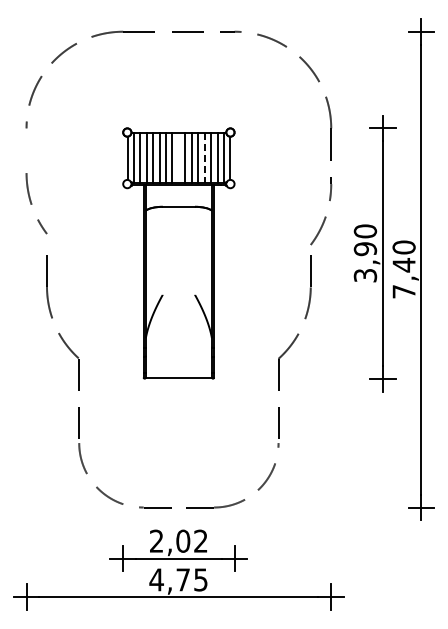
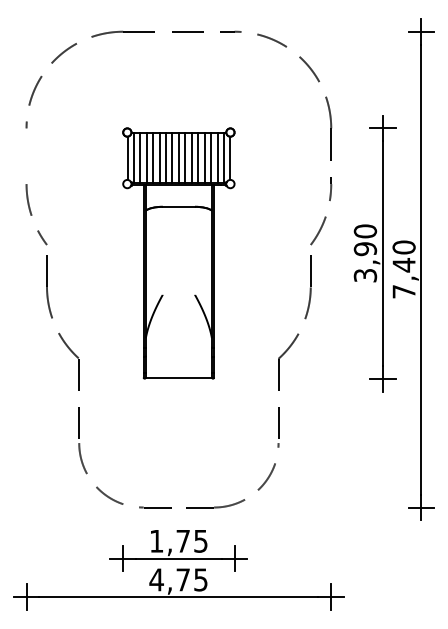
line at (178, 157): none -> present
line at (204, 158): dashed -> solid
arc at (32, 203) position: (32, 203) -> (32, 214)
text at (178, 540): 2,02 -> 1,75
